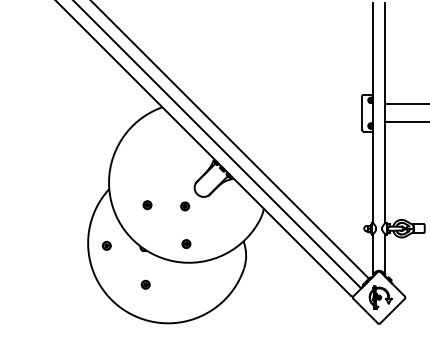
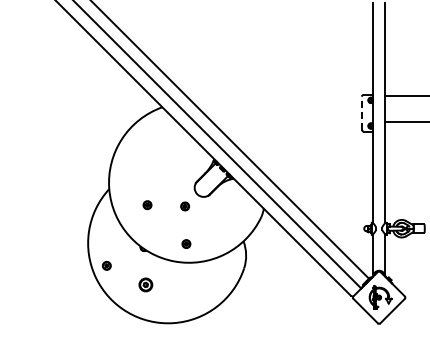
line at (405, 104) position: (405, 104) -> (405, 96)
line at (361, 112): solid -> dashed
part at (106, 245) position: (106, 245) -> (106, 265)
part at (145, 284) size: 11x11 px -> 16x16 px
